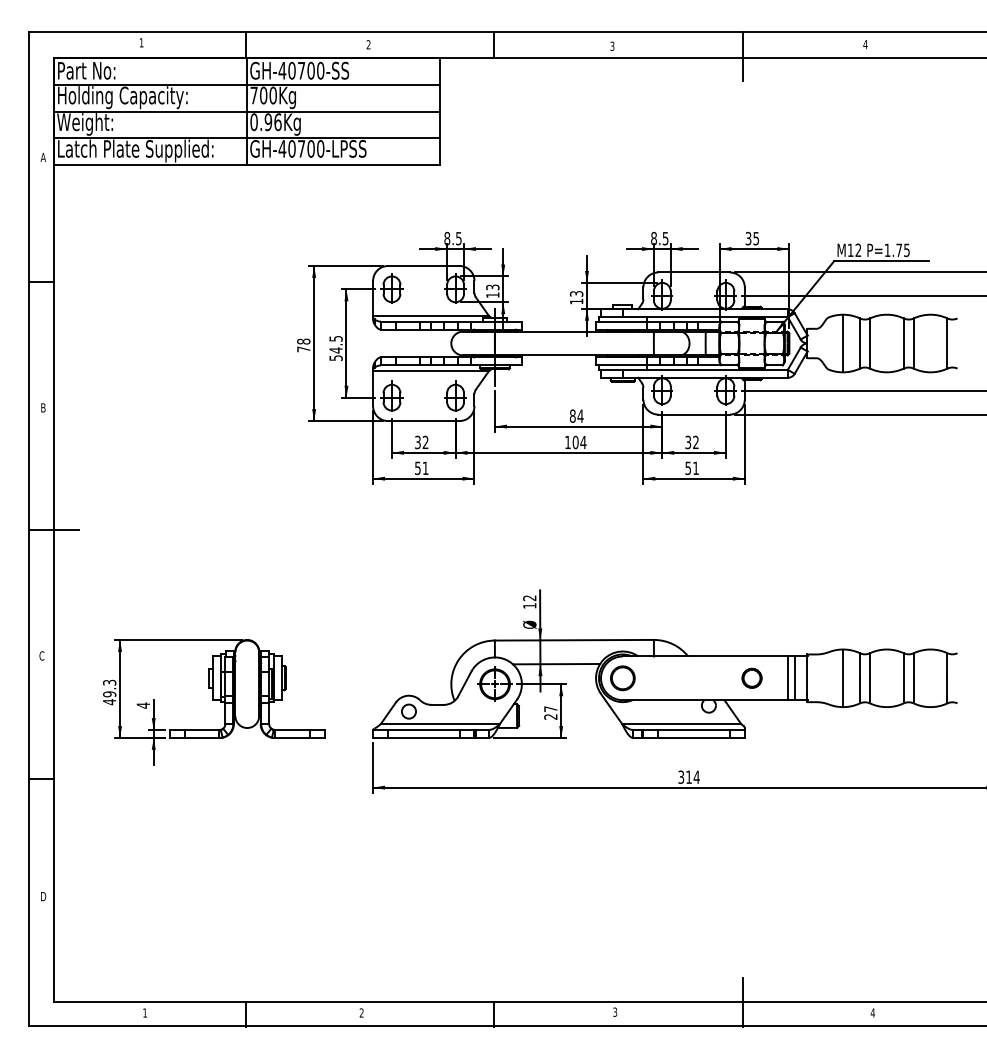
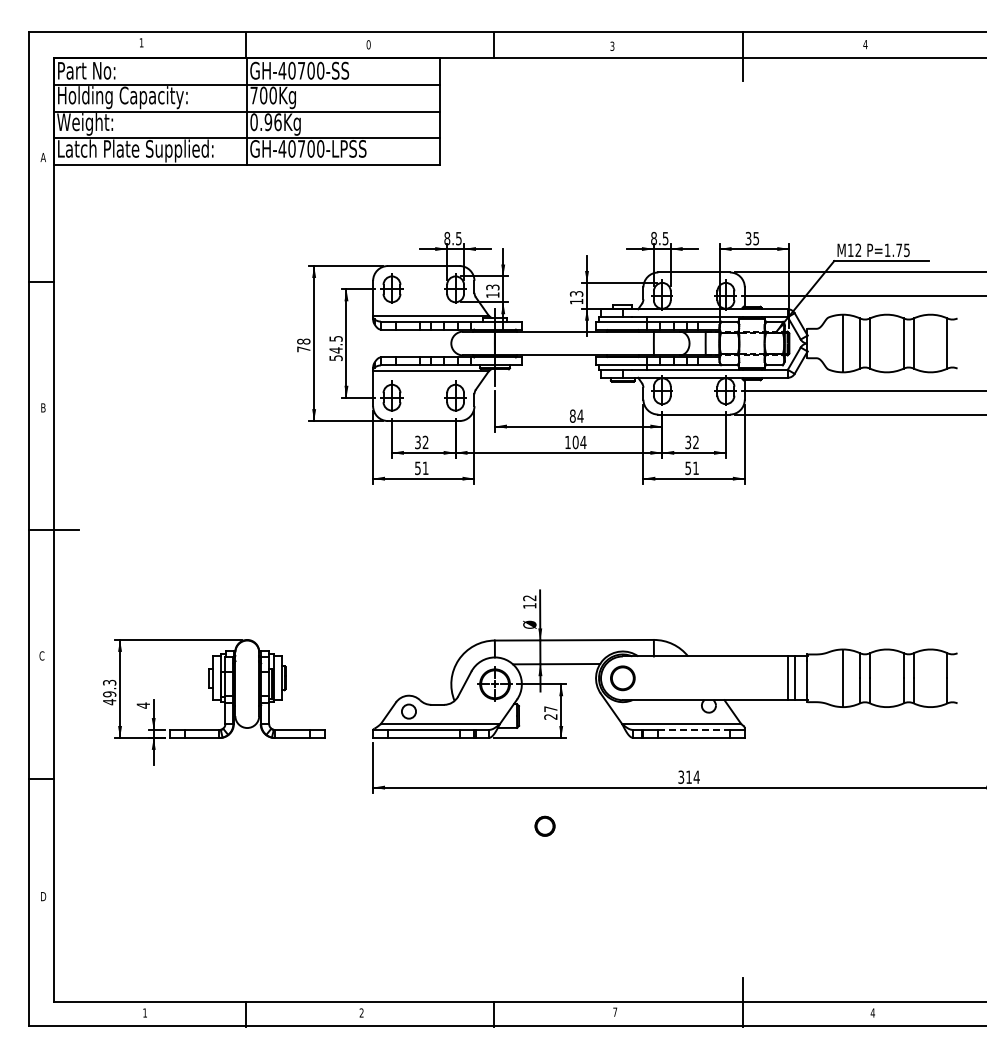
text at (368, 44): 2 -> 0
circle at (751, 677) position: (751, 677) -> (544, 825)
line at (694, 730): solid -> dashed
text at (615, 1011): 3 -> 7
